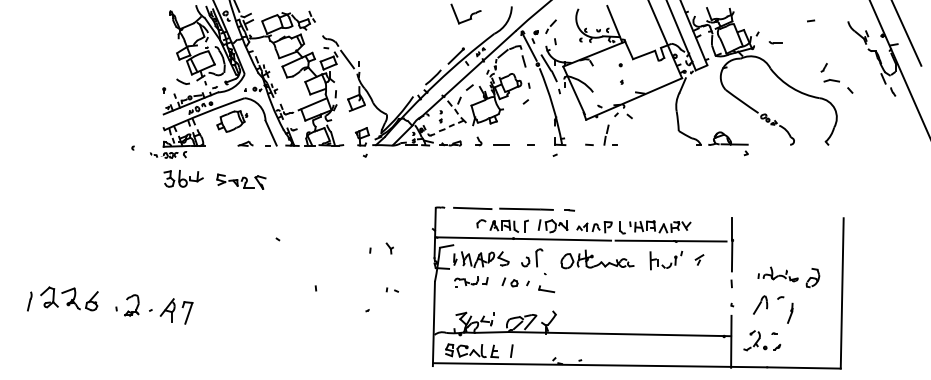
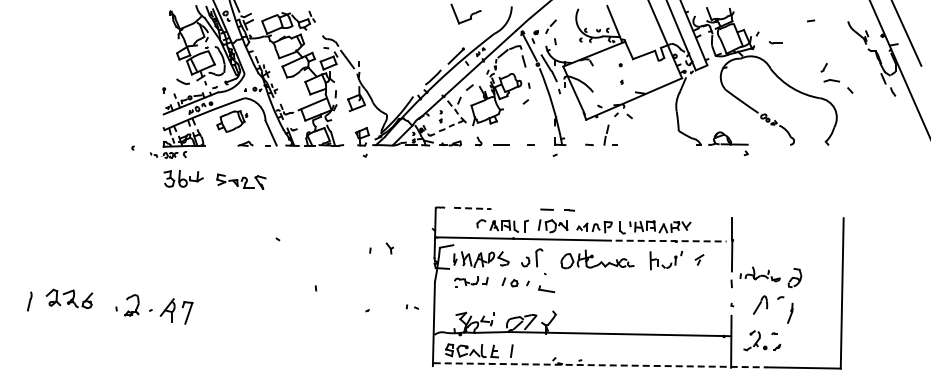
line at (472, 208): solid -> dashed
line at (519, 208): present -> none
line at (671, 241): solid -> dashed
part at (788, 277) position: (788, 277) -> (770, 277)
part at (391, 289) position: (391, 289) -> (411, 306)
part at (69, 298) size: 59x26 px -> 49x21 px
line at (600, 365): solid -> dashed
